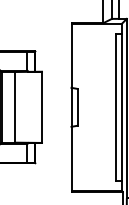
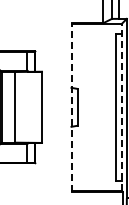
line at (71, 106): solid -> dashed
line at (121, 106): solid -> dashed
